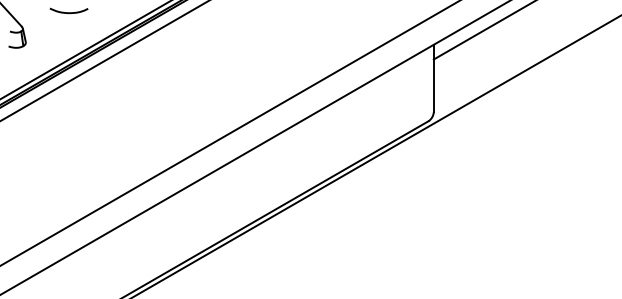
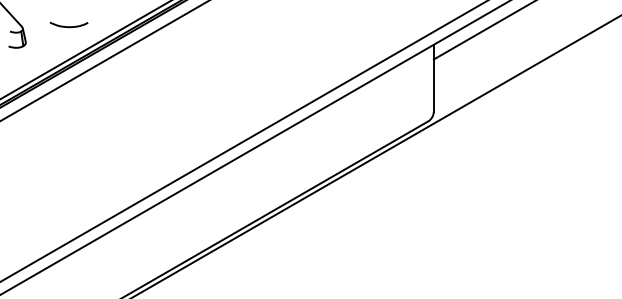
curve at (68, 12) position: (68, 12) -> (68, 26)
line at (229, 133) position: (229, 133) -> (243, 141)
